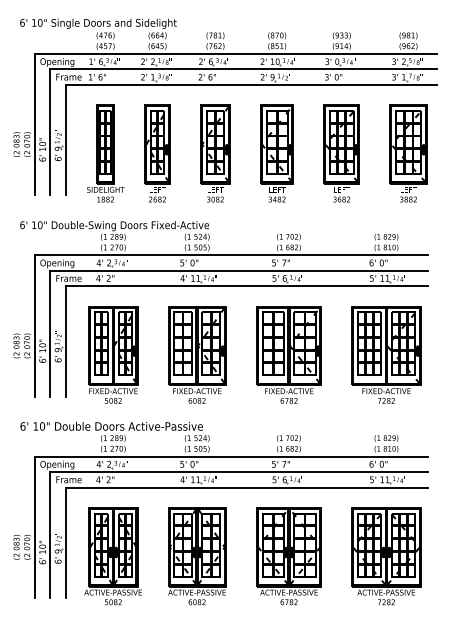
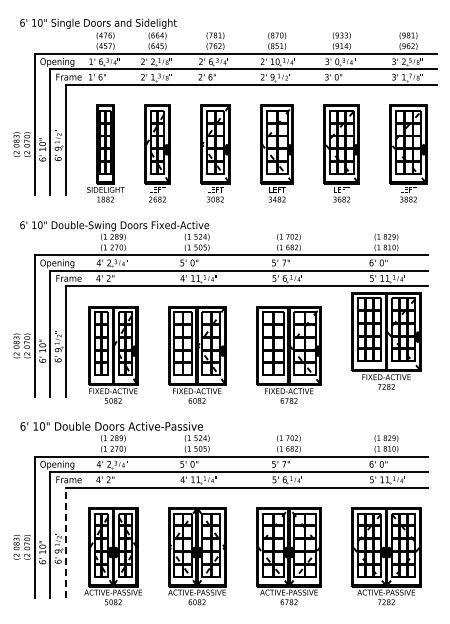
part at (386, 354) position: (386, 354) -> (386, 340)
line at (65, 542): solid -> dashed
